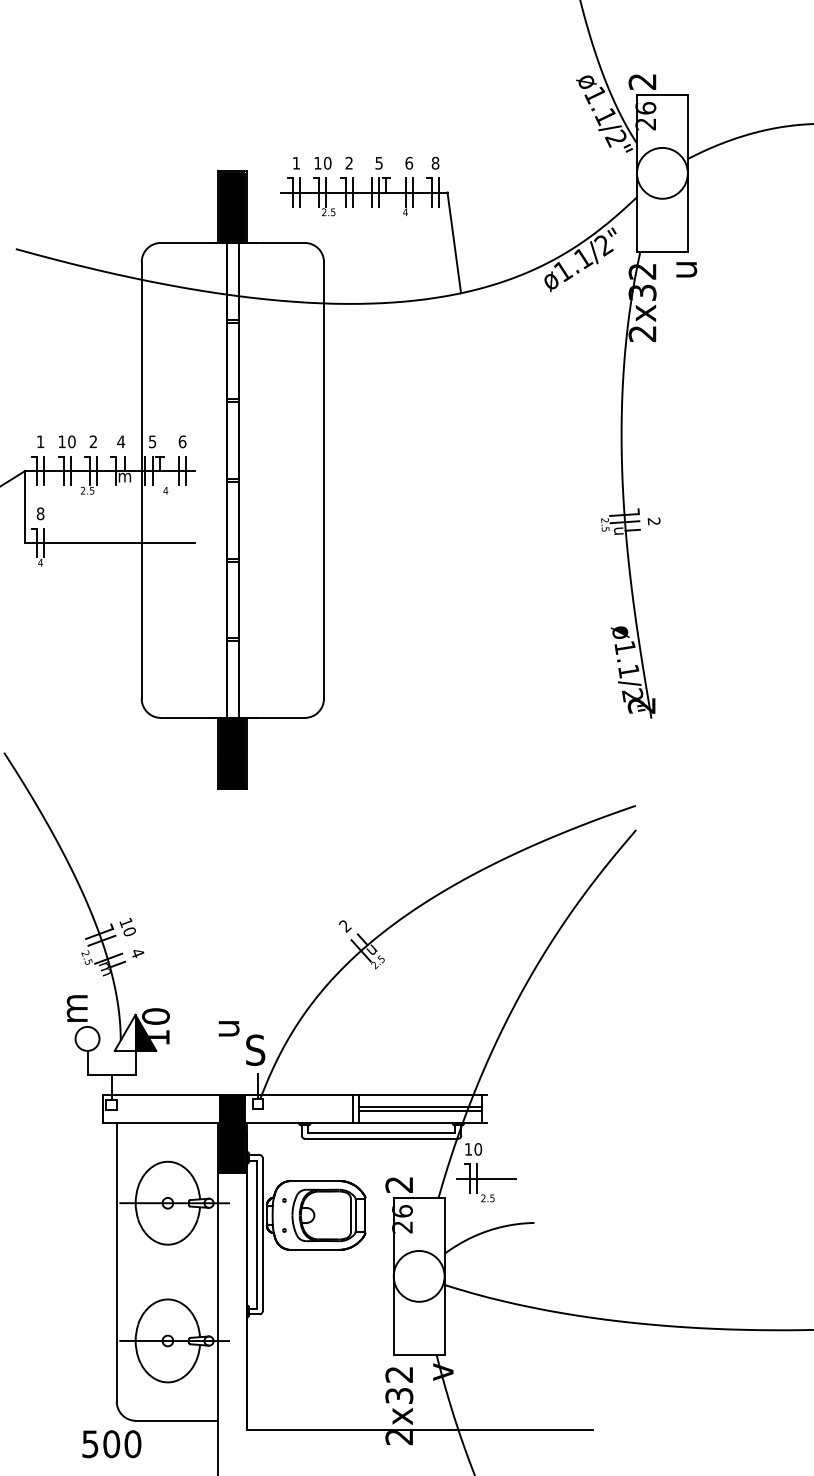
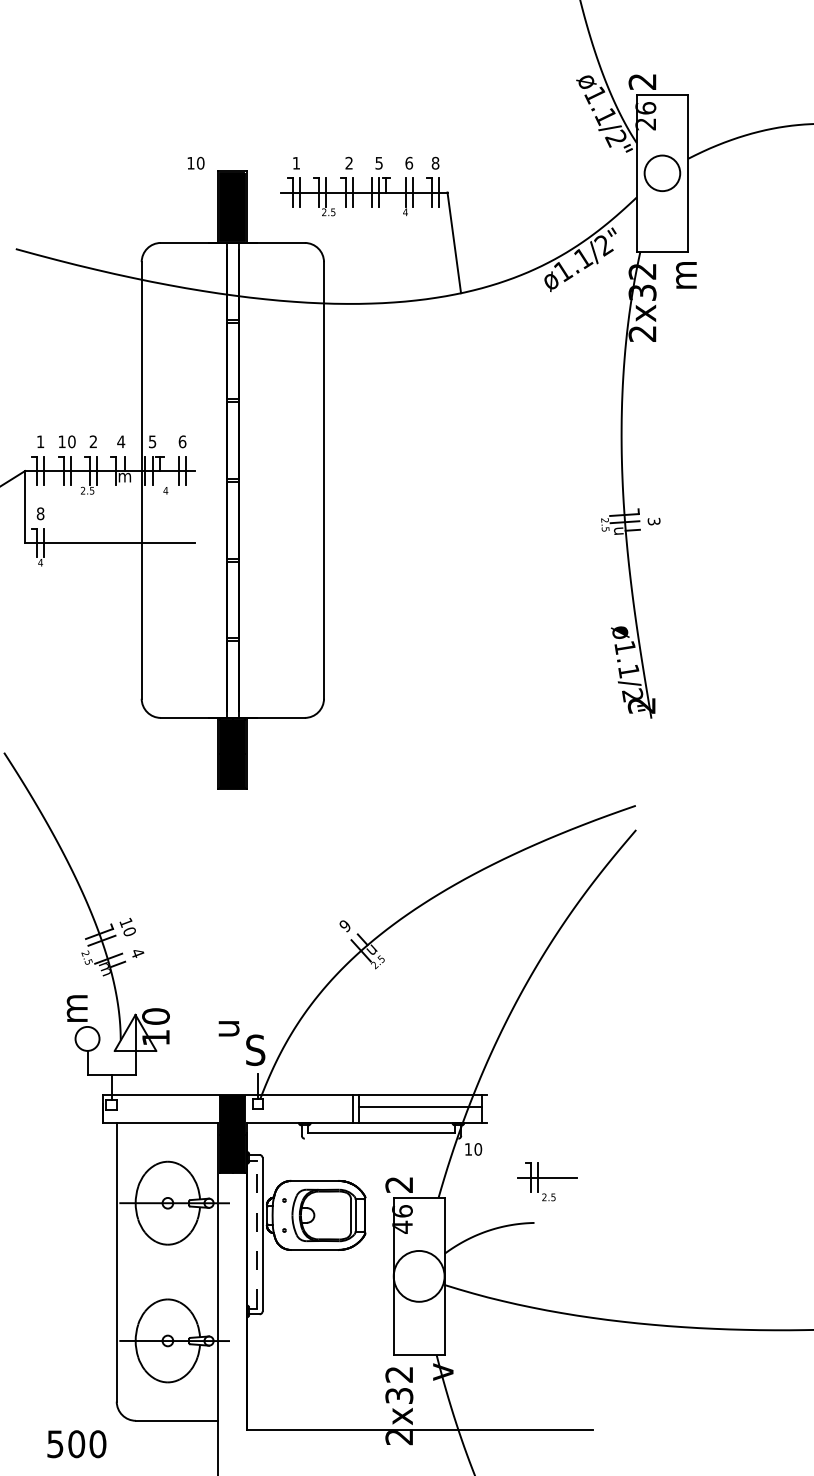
text at (322, 162) position: (322, 162) -> (195, 162)
circle at (662, 172) diameter: 51 px -> 36 px
text at (686, 275): u -> m
text at (653, 521): 2 -> 3
text at (345, 926): 2 -> 9
fill at (145, 1032): present -> none
line at (419, 1110): present -> none
line at (381, 1138): present -> none
part at (486, 1182) position: (486, 1182) -> (547, 1181)
text at (402, 1226): 26 -> 46
line at (256, 1234): solid -> dashed
text at (111, 1444) position: (111, 1444) -> (76, 1444)
